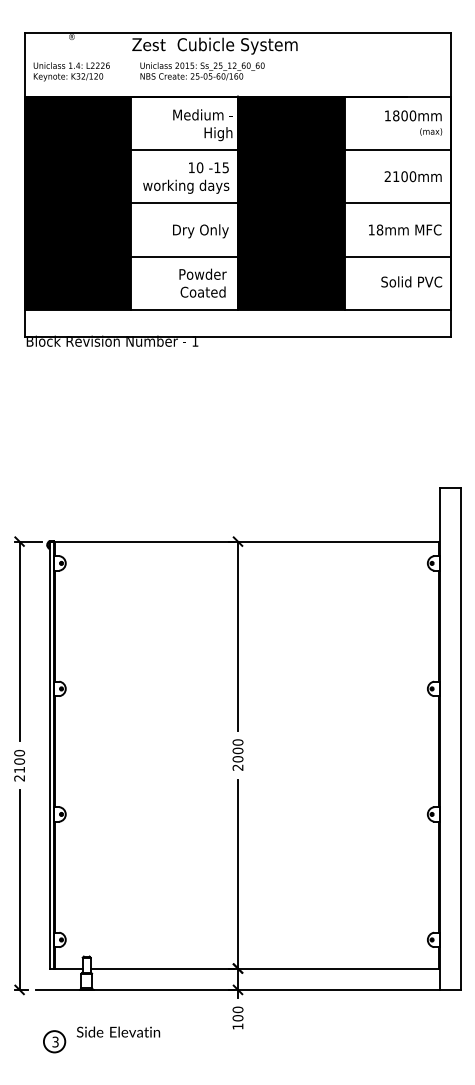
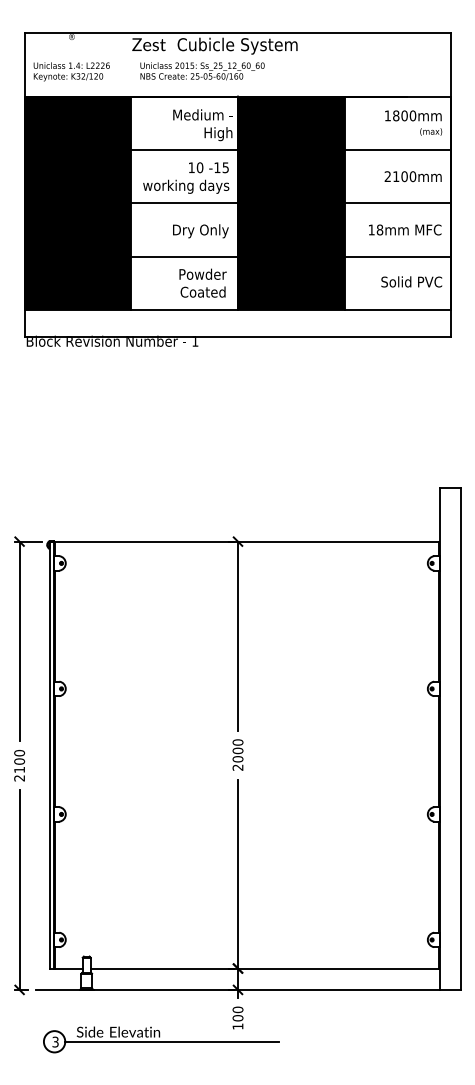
line at (171, 1041): none -> present
